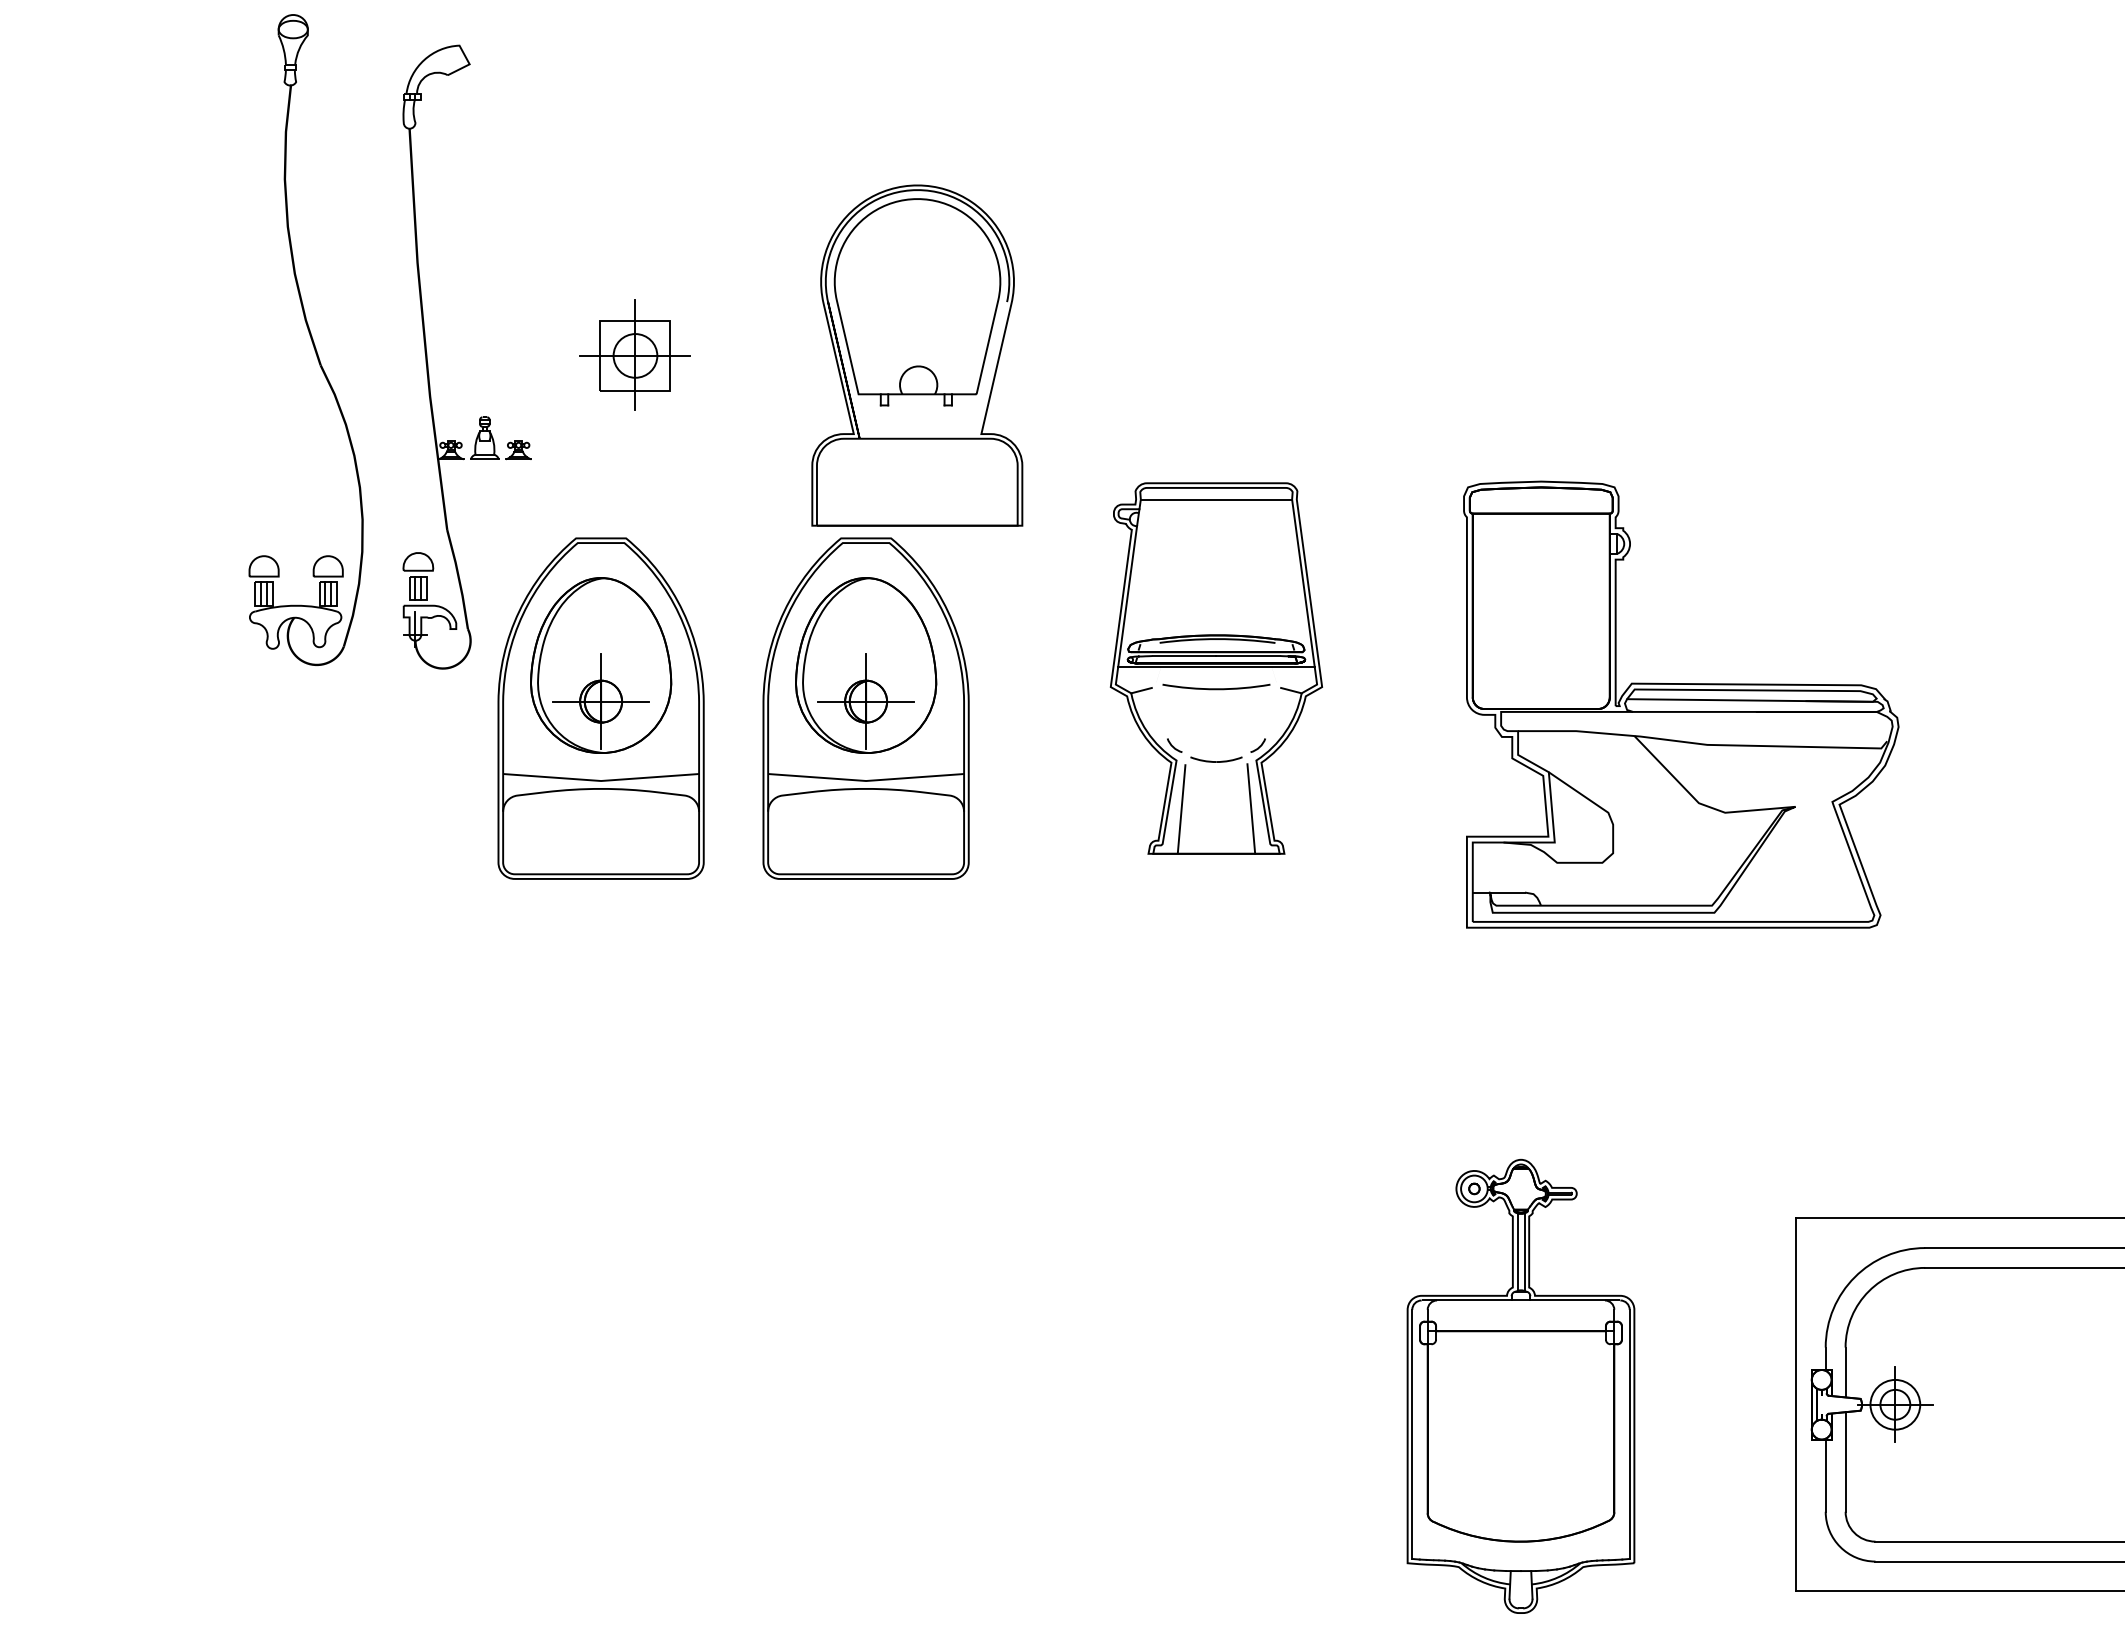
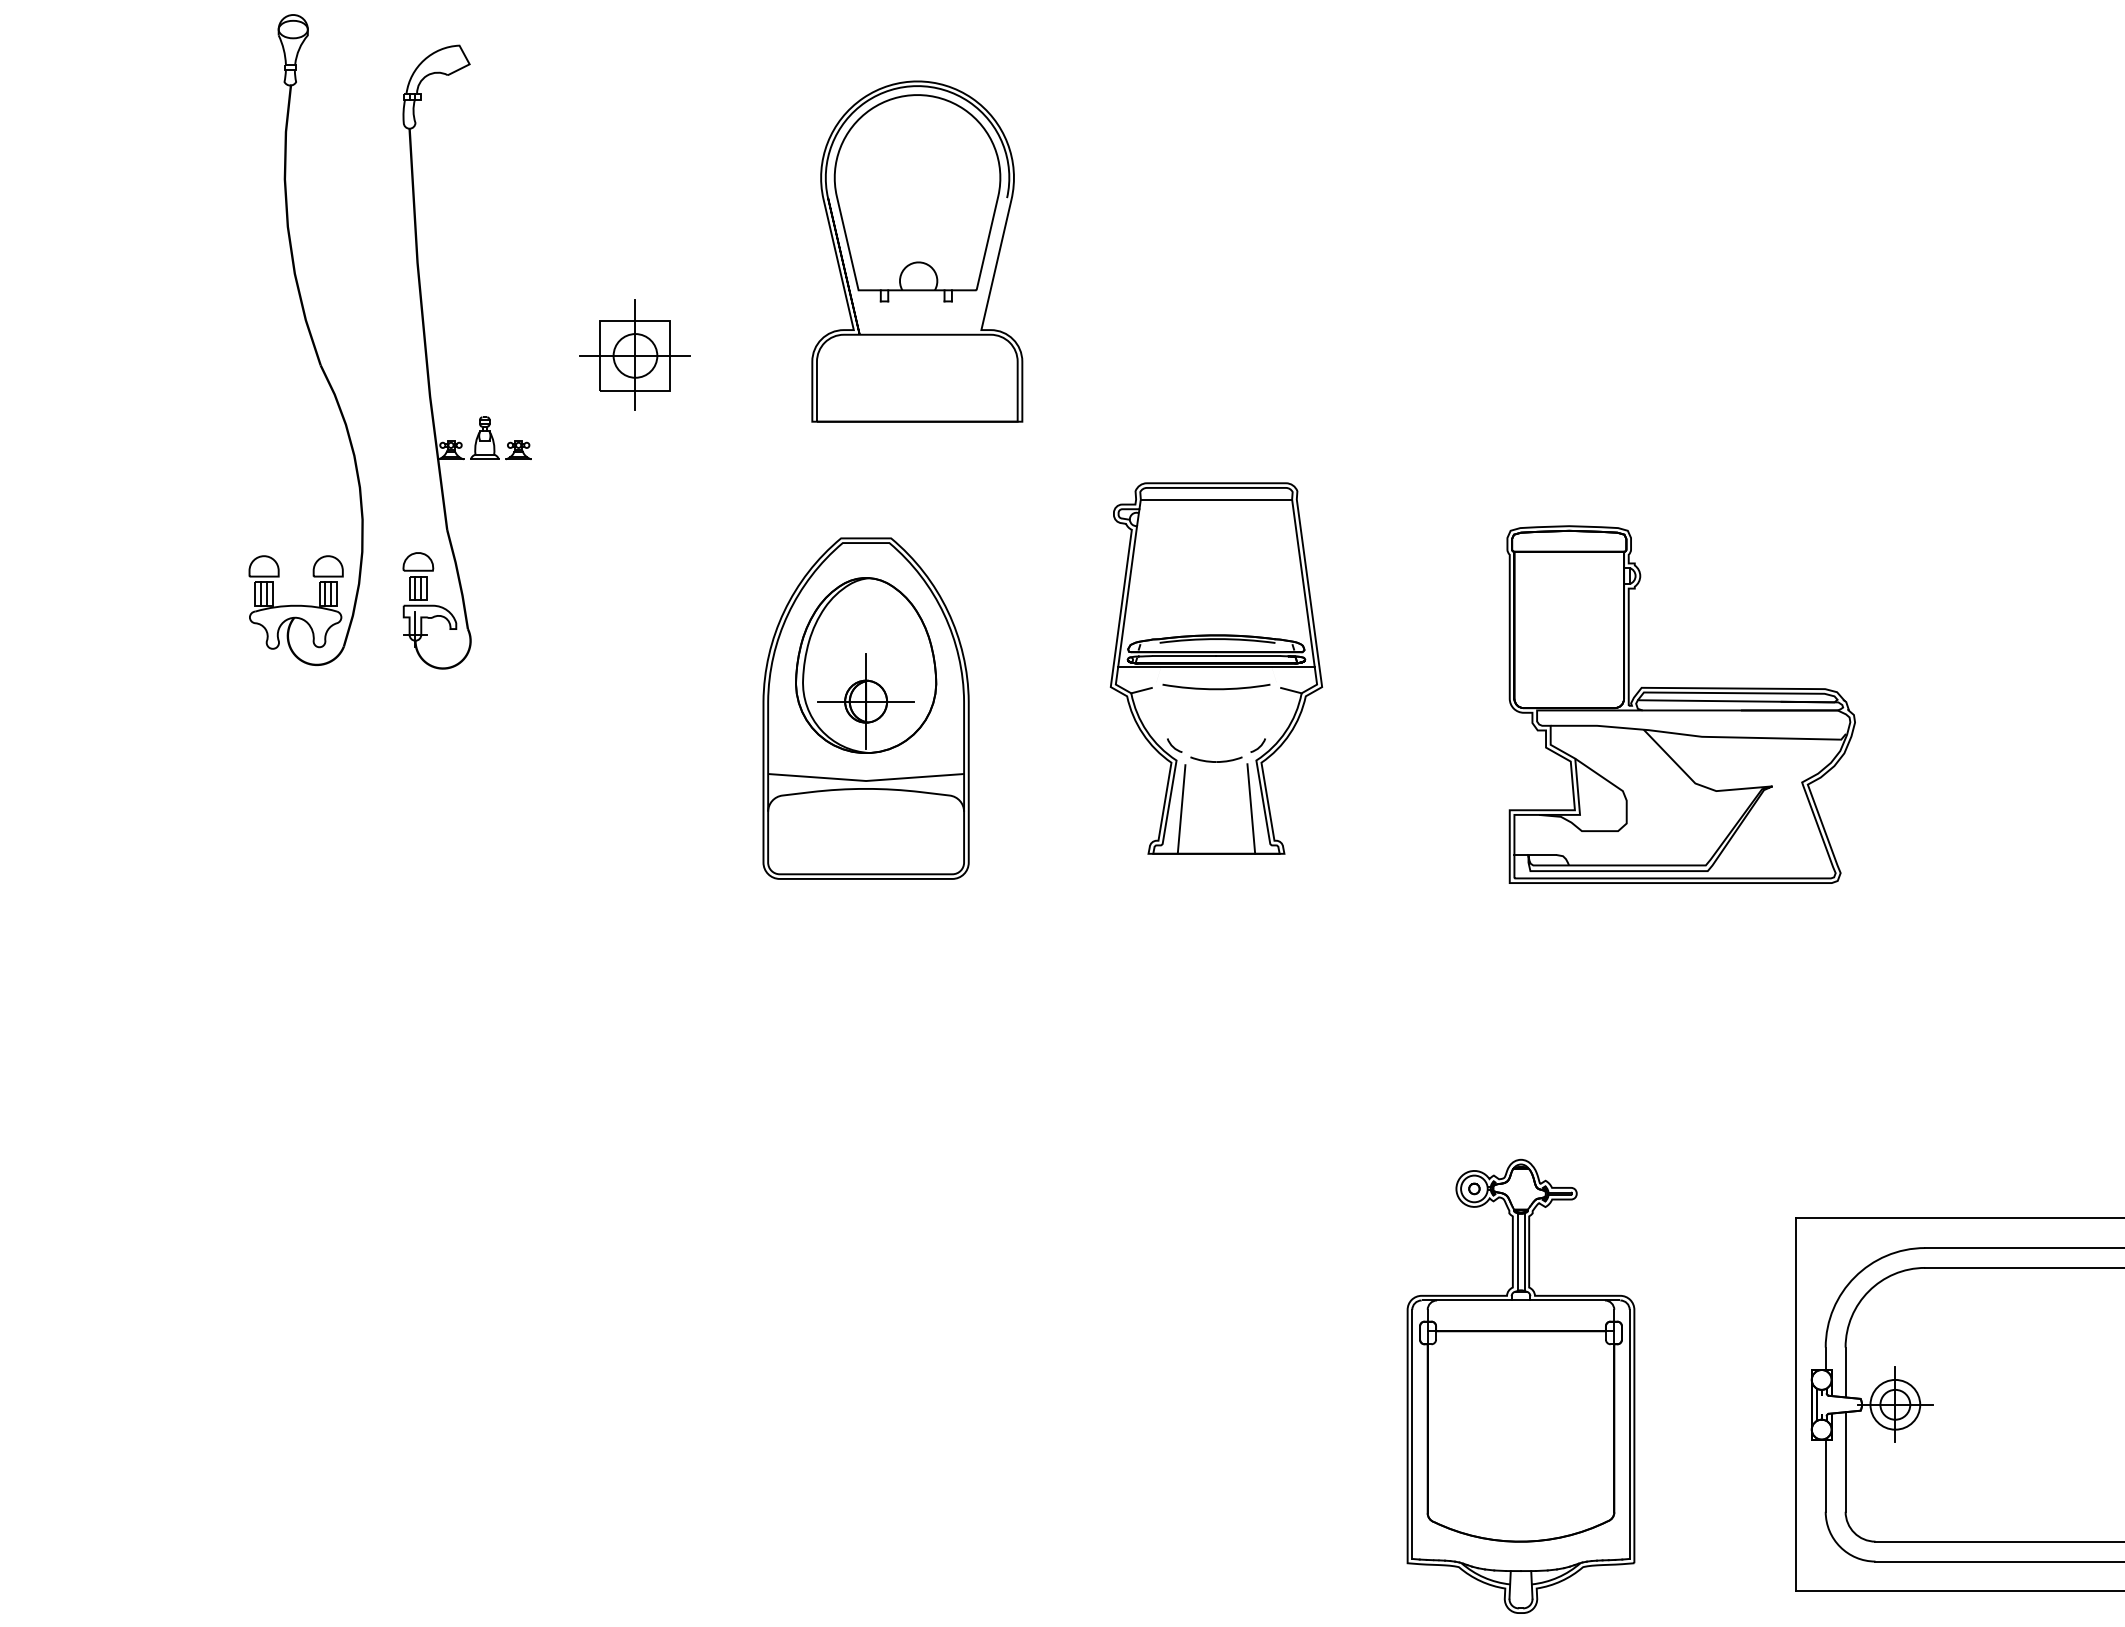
part at (917, 355) position: (917, 355) -> (917, 251)
part at (1681, 704) size: 437x449 px -> 350x359 px
part at (600, 708): present -> none
